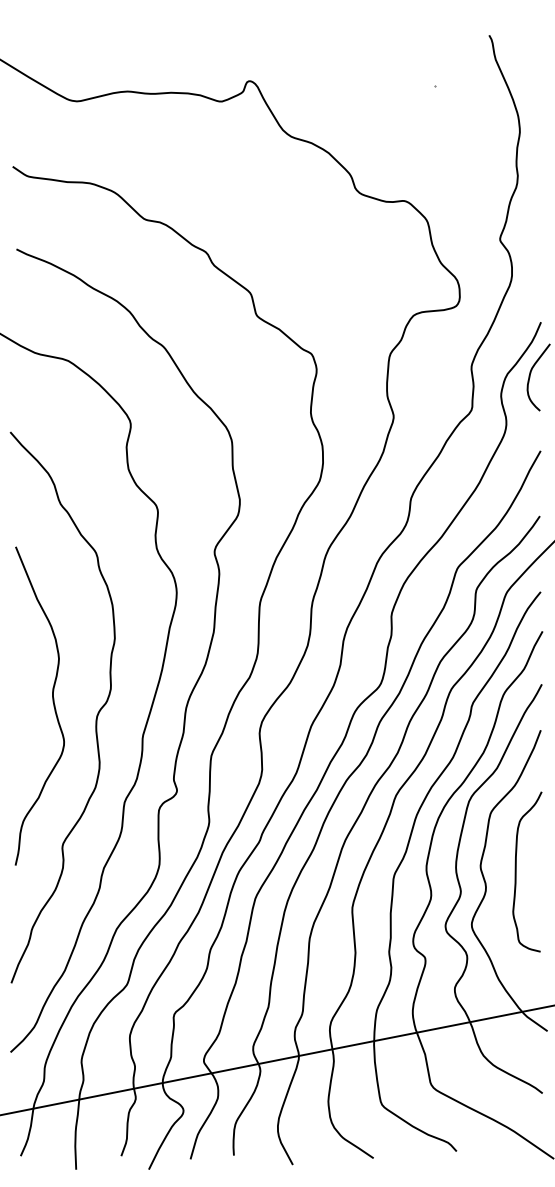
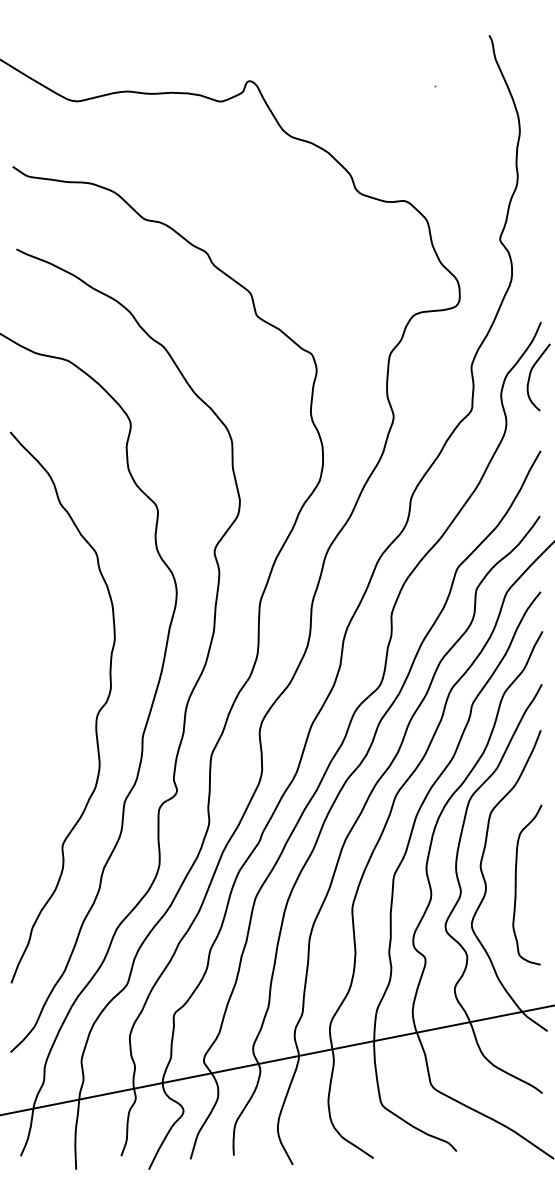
curve at (52, 702): present -> none
curve at (516, 871) position: (516, 871) -> (516, 884)
